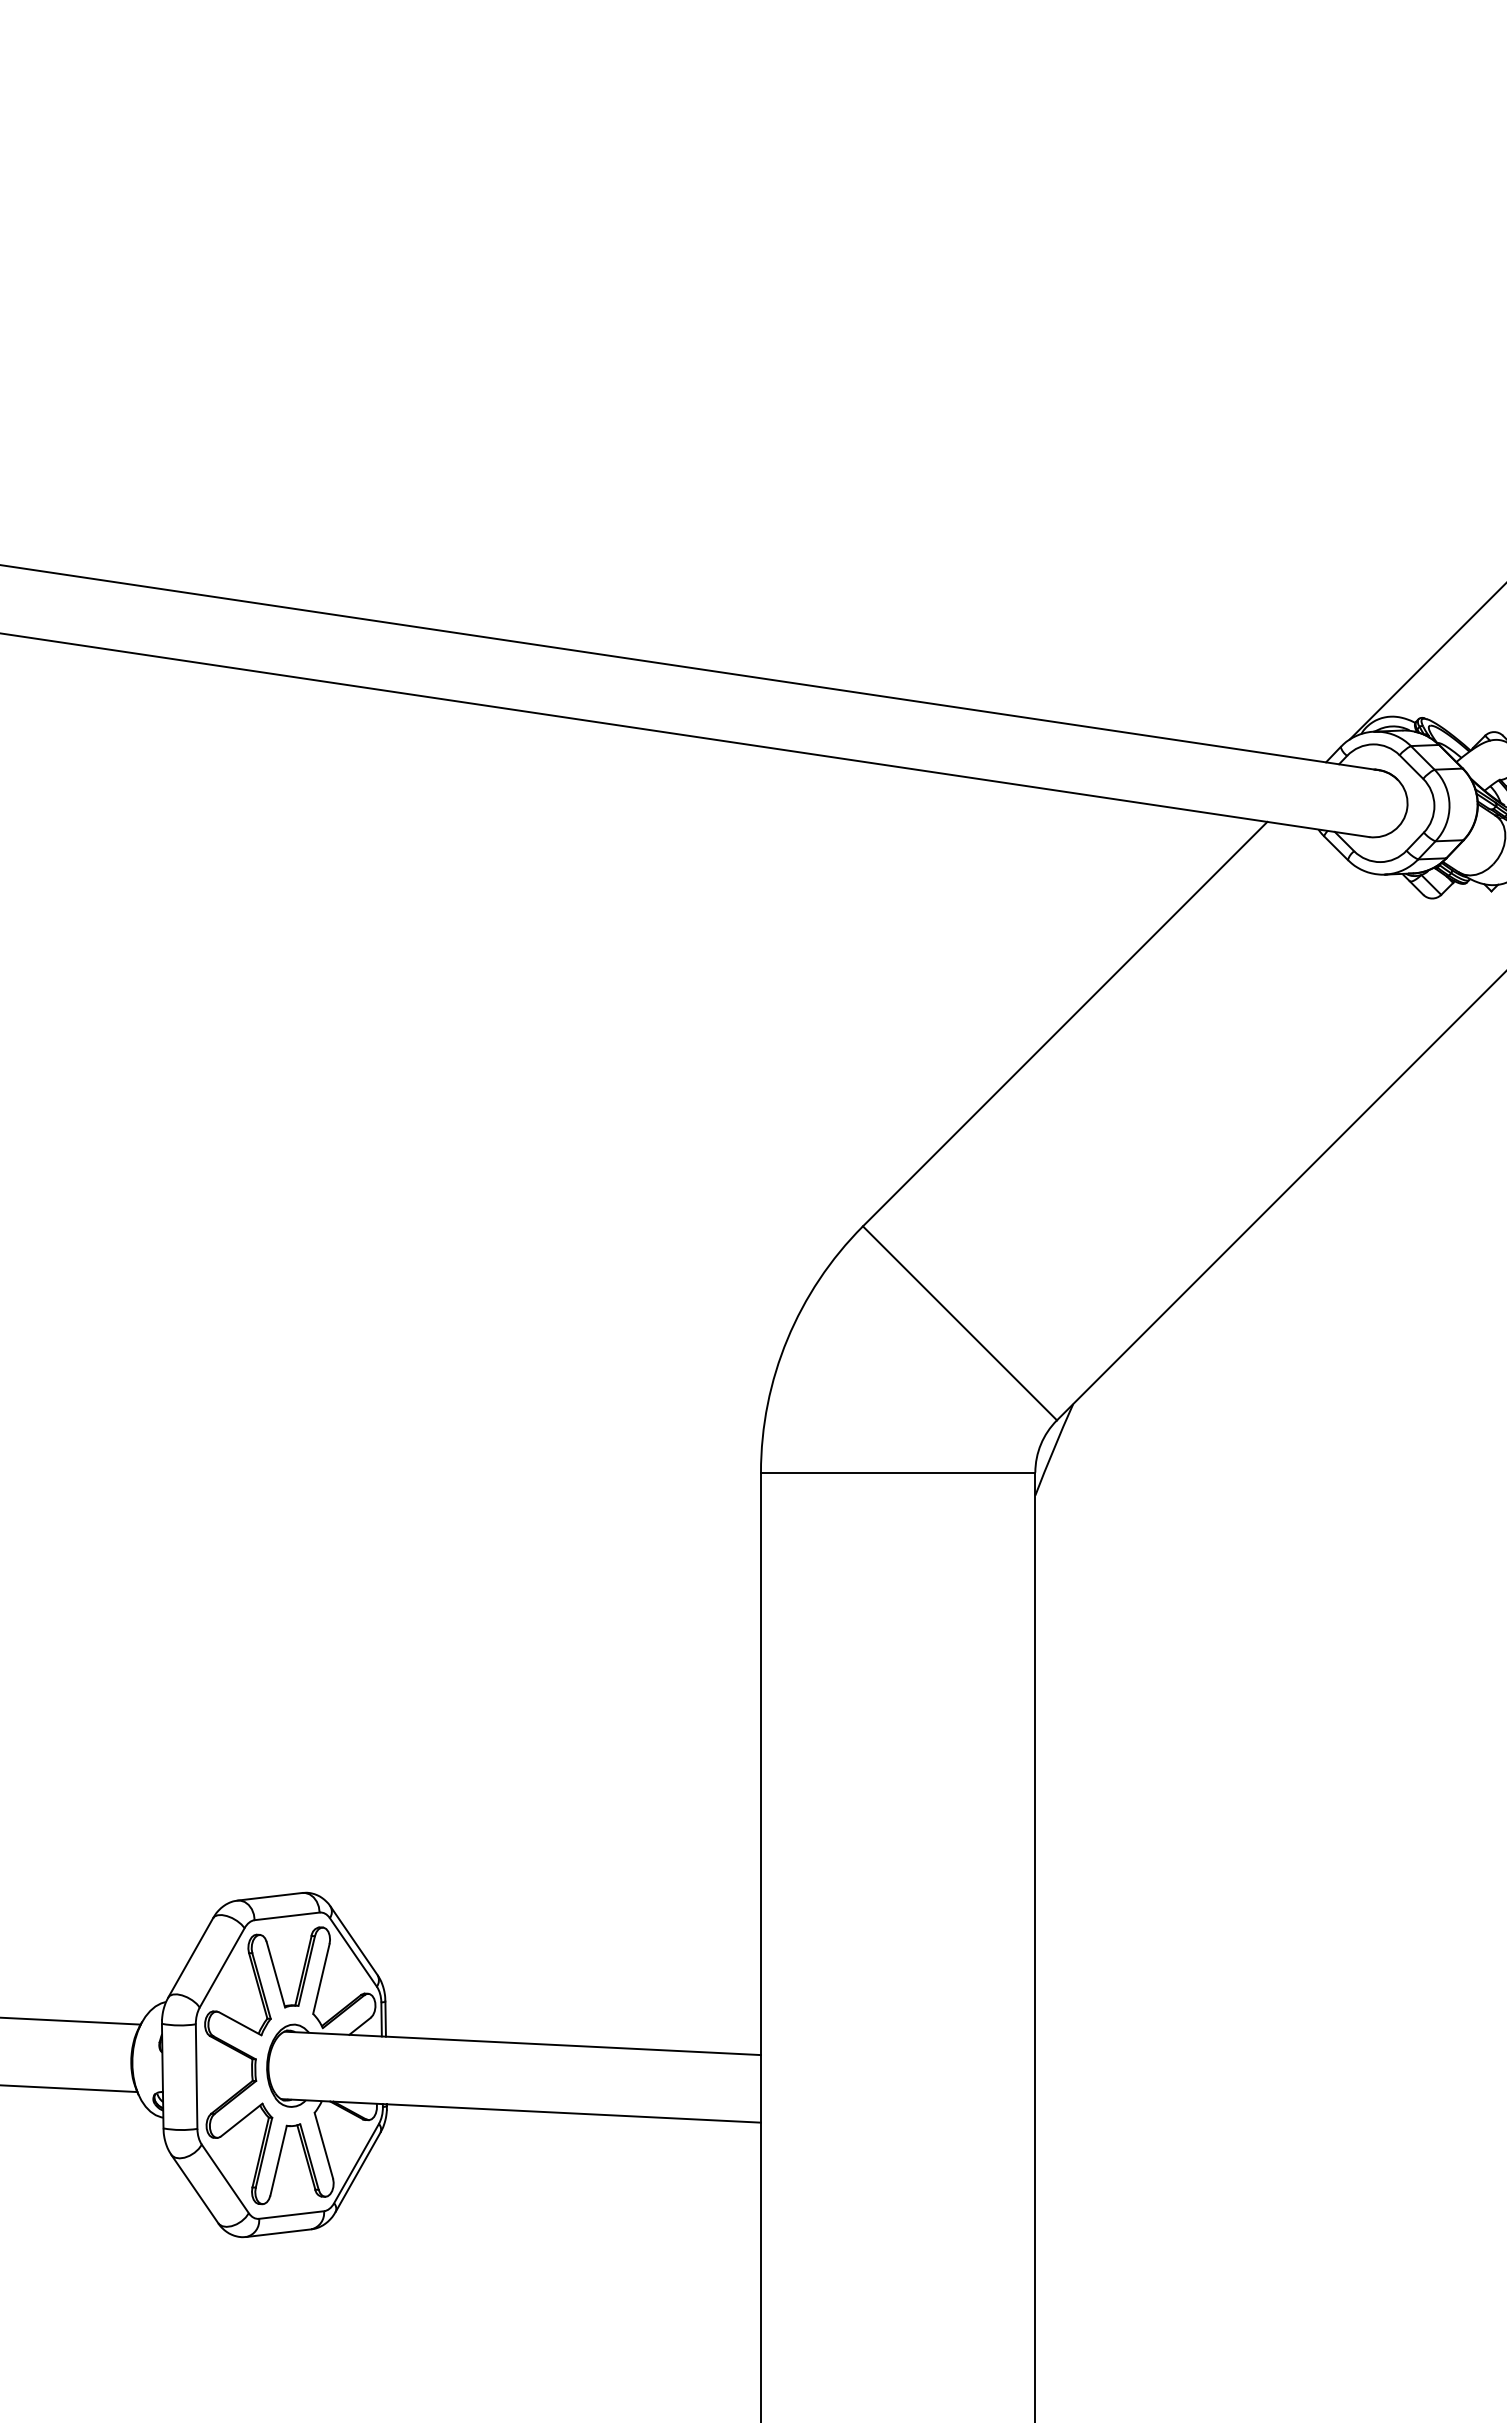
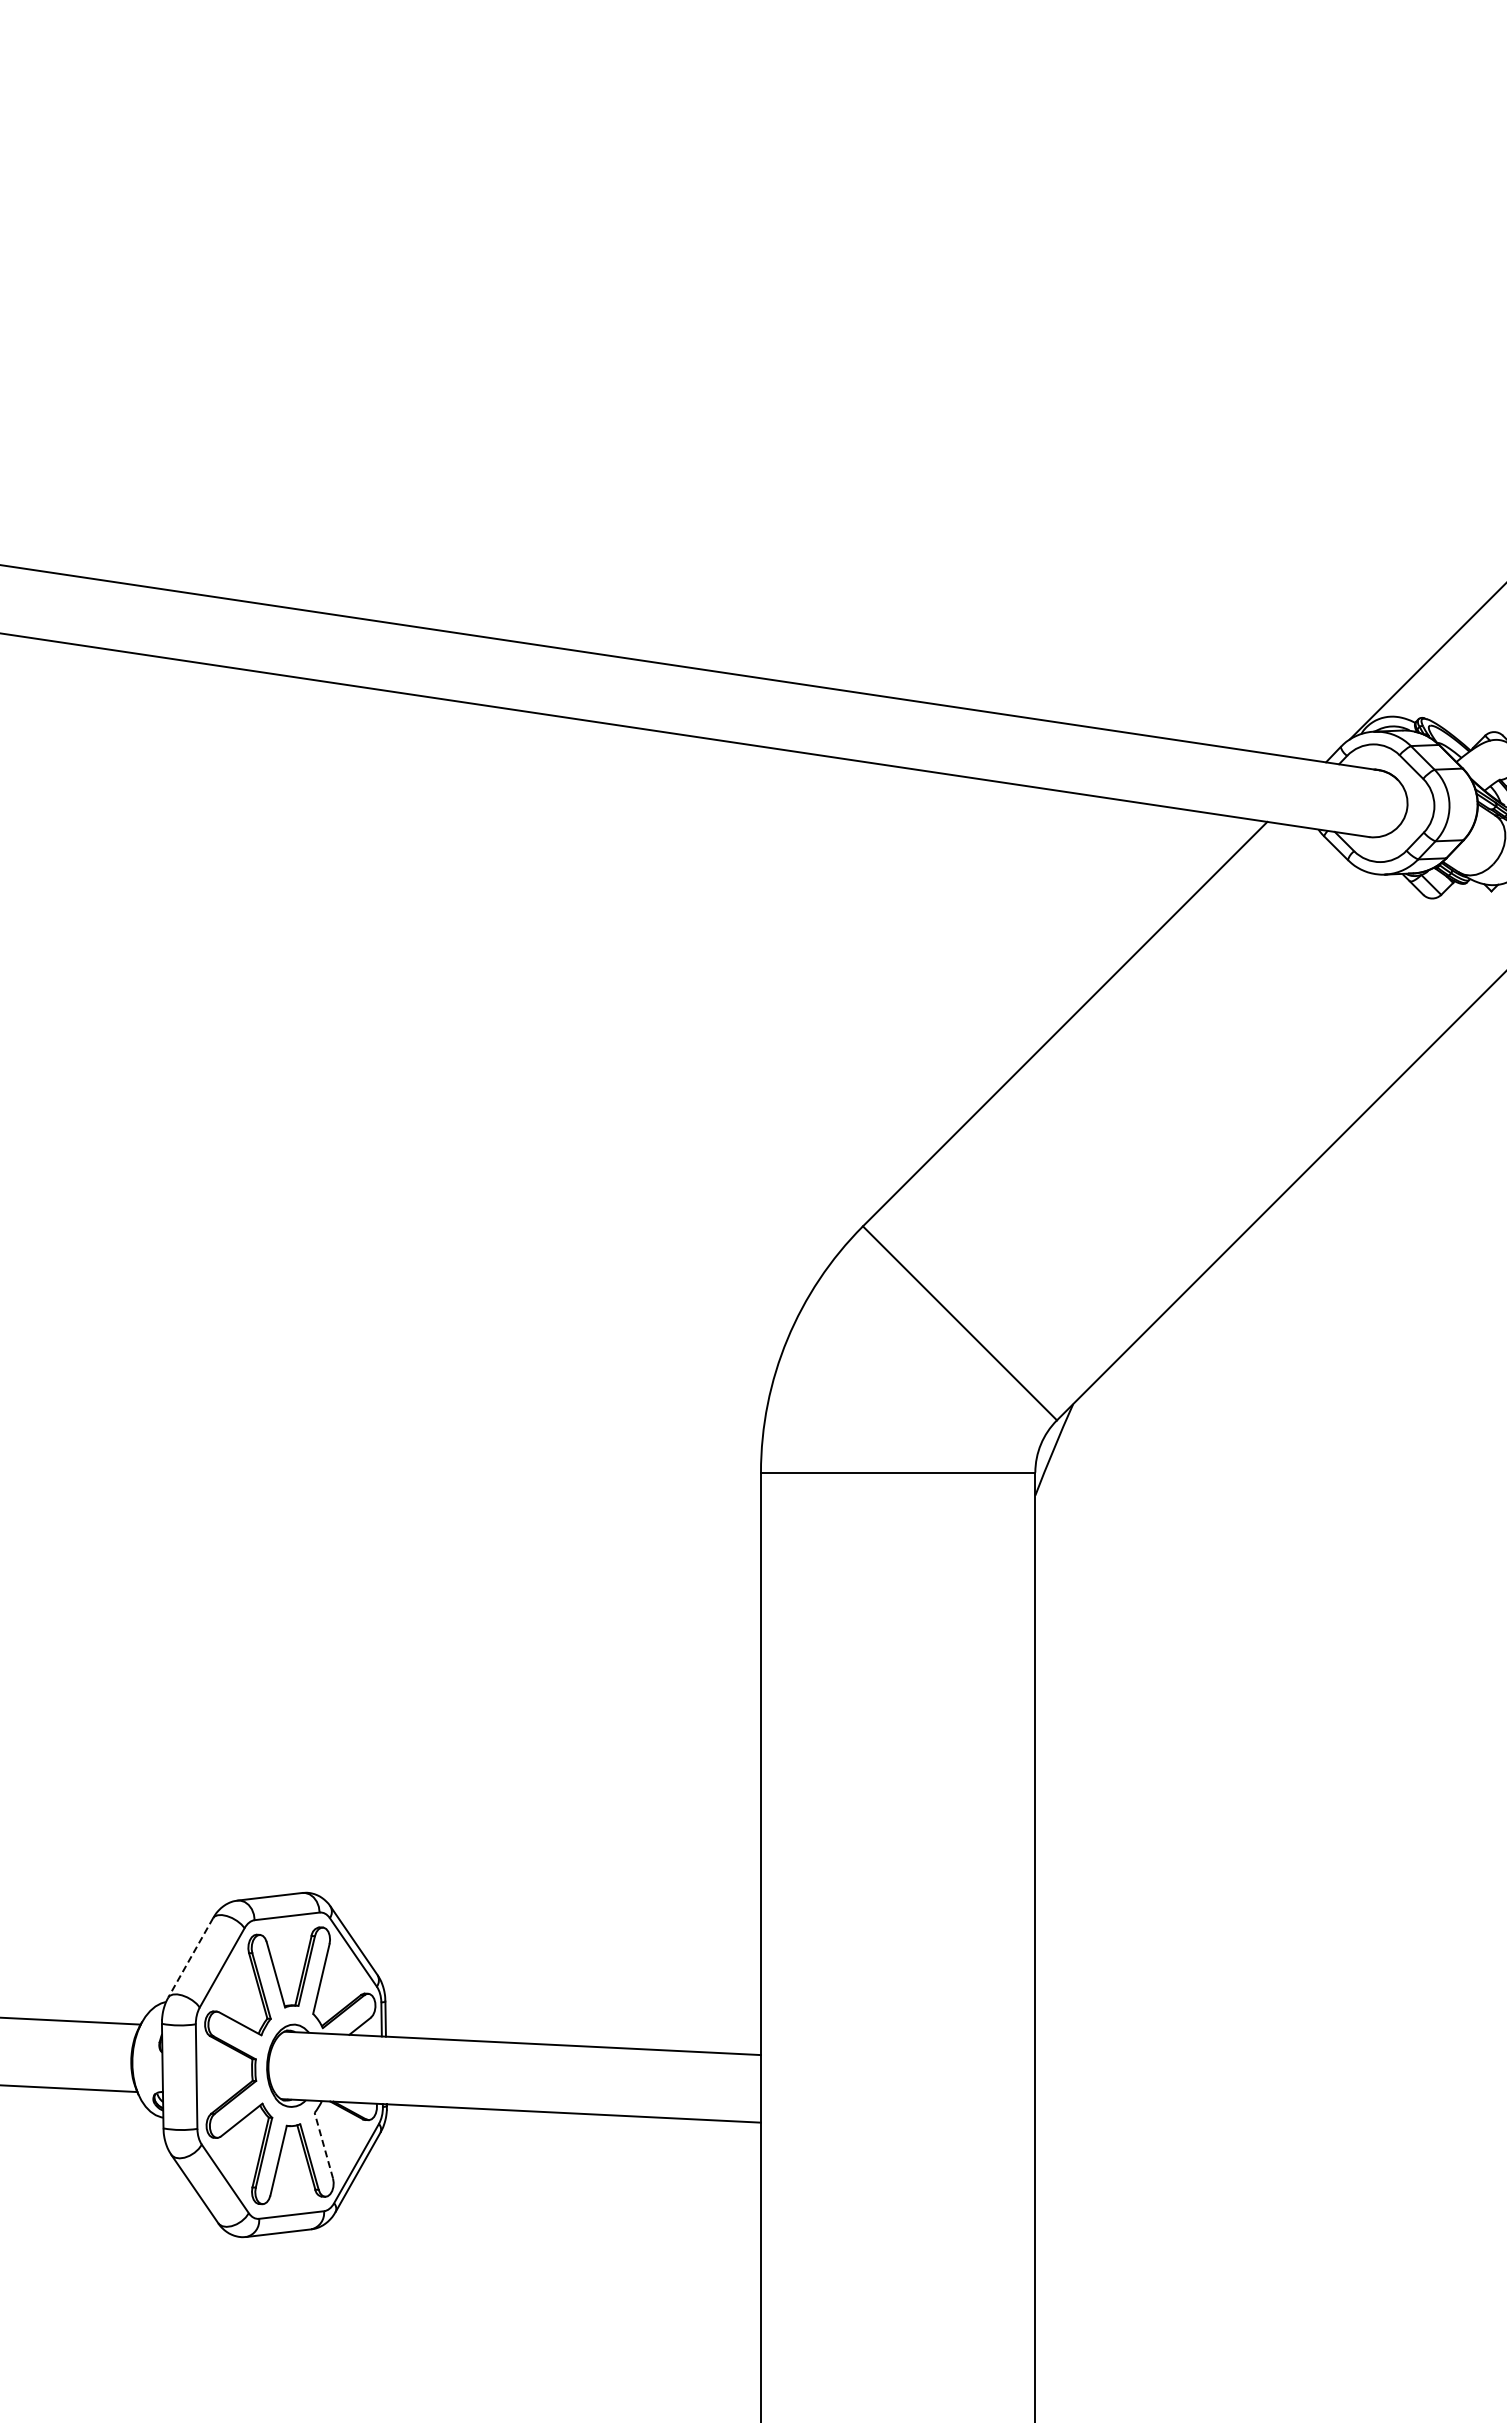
line at (190, 1957): solid -> dashed
line at (323, 2145): solid -> dashed
